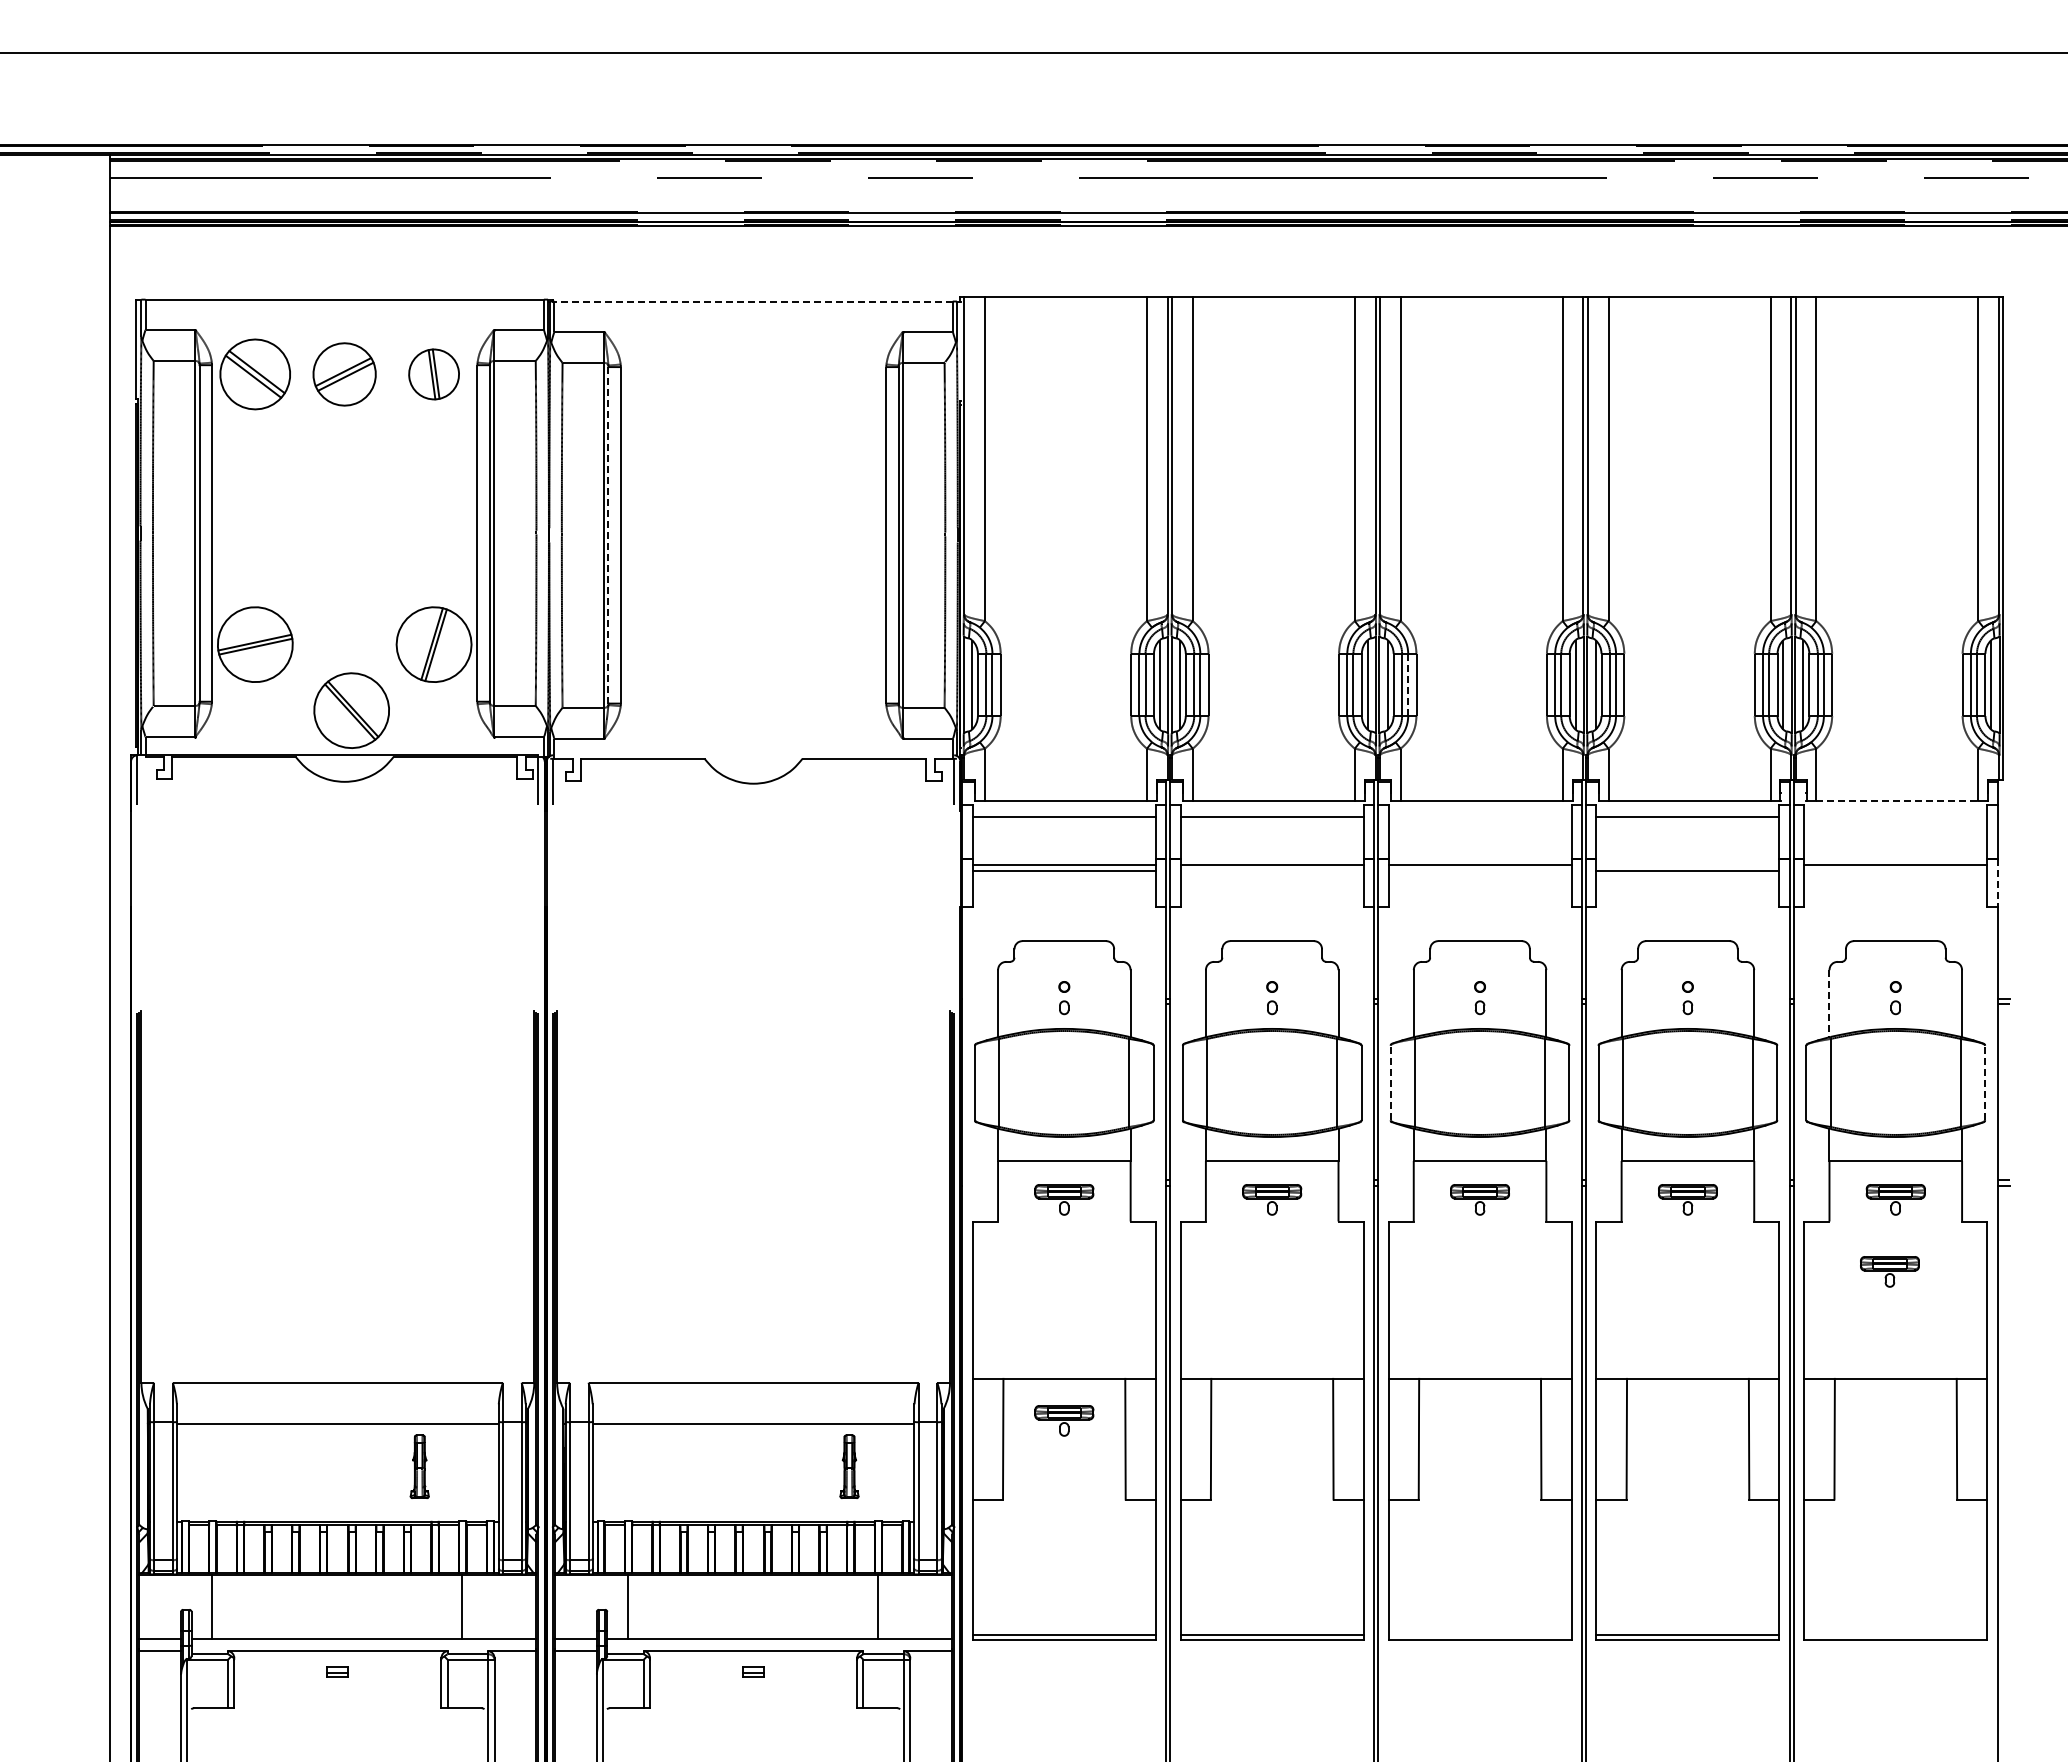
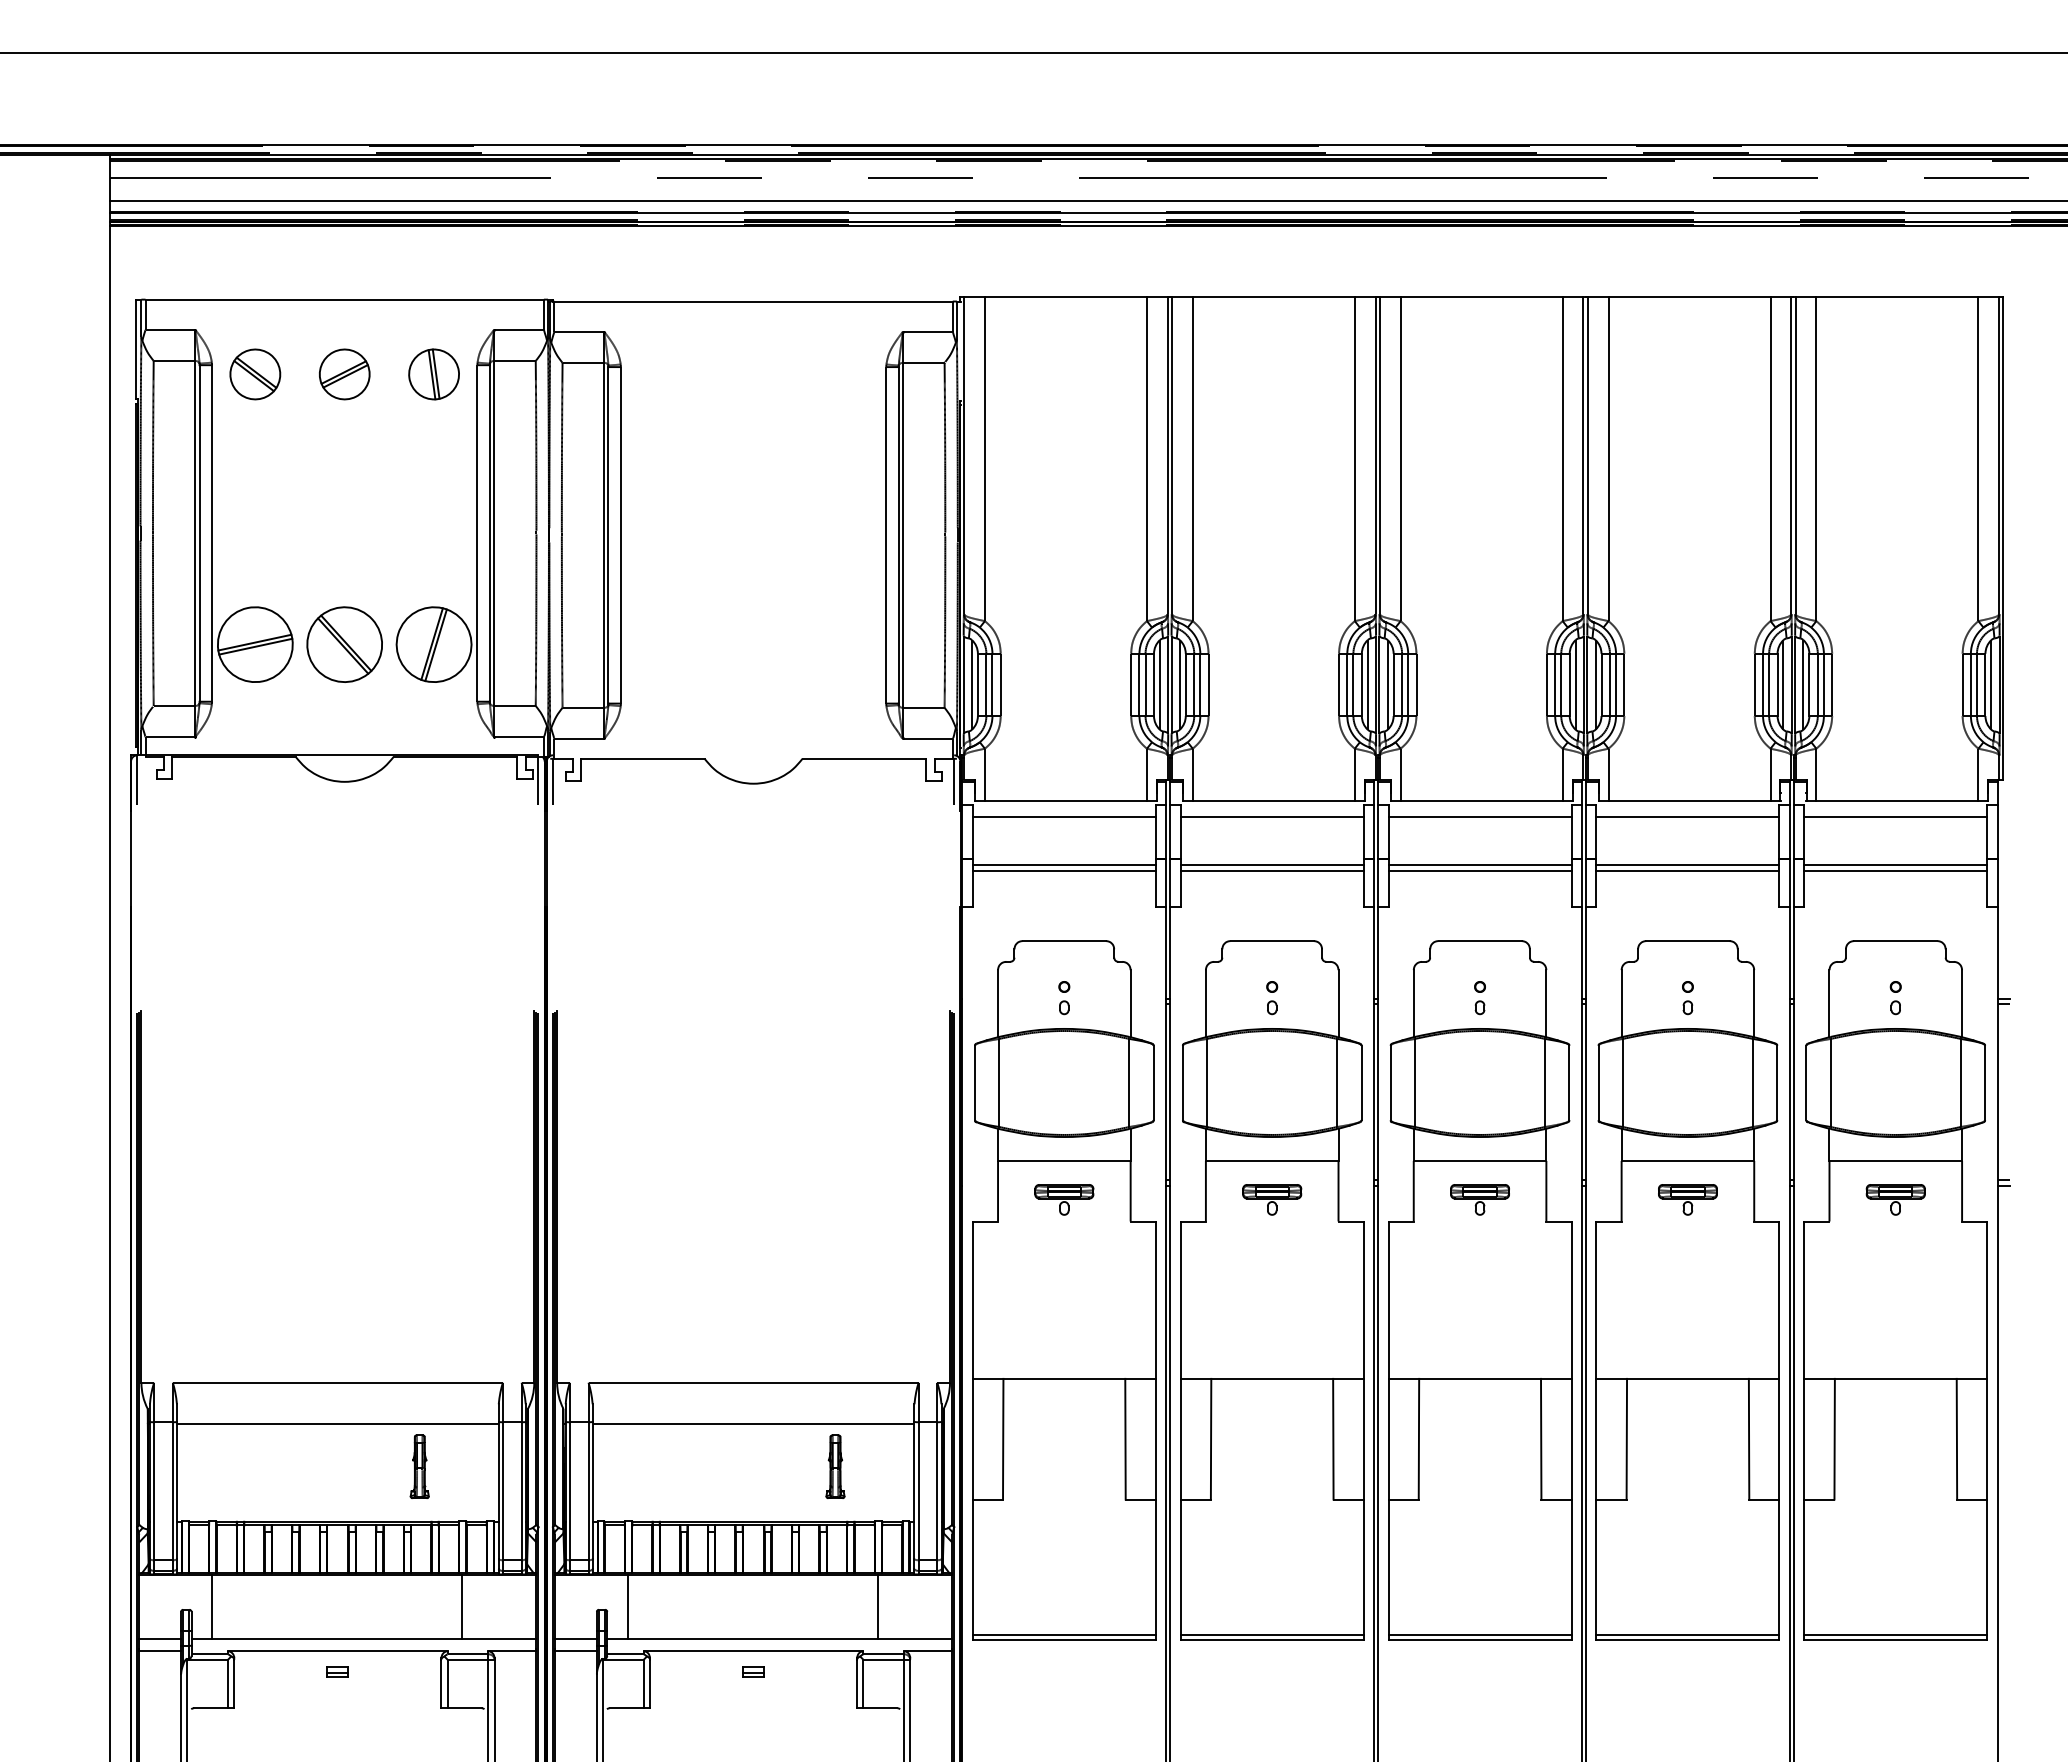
line at (1087, 200): none -> present
line at (753, 301): dashed -> solid
part at (254, 374) size: 72x73 px -> 53x53 px
part at (344, 374) size: 65x65 px -> 52x53 px
line at (608, 535): dashed -> solid
line at (1408, 685): dashed -> solid
part at (351, 710) position: (351, 710) -> (344, 644)
line at (1897, 801): dashed -> solid
line at (1479, 816): none -> present
line at (1895, 816): none -> present
line at (1687, 865): none -> present
line at (1271, 870): none -> present
line at (1479, 870): none -> present
line at (1895, 870): none -> present
line at (1997, 883): dashed -> solid
line at (1829, 1003): dashed -> solid
line at (1390, 1082): dashed -> solid
line at (1985, 1082): dashed -> solid
part at (1889, 1271): present -> none
part at (1064, 1420): present -> none
part at (849, 1466) position: (849, 1466) -> (835, 1466)
line at (1479, 1635): none -> present
line at (1895, 1635): none -> present
